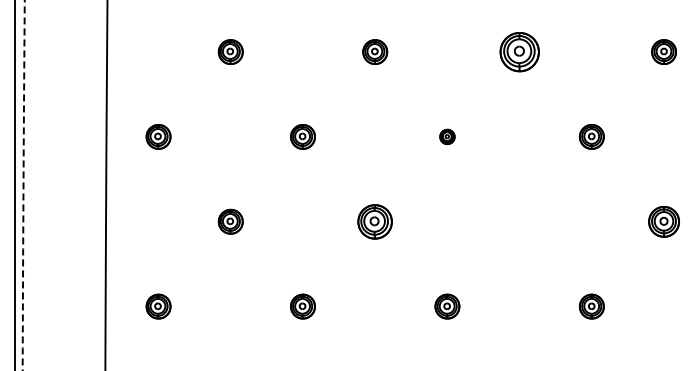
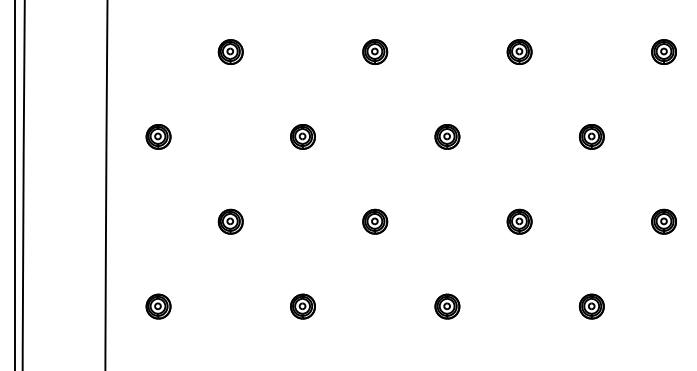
part at (519, 52) size: 41x41 px -> 27x26 px
part at (447, 136) size: 17x18 px -> 27x26 px
arc at (23, 185): dashed -> solid
part at (374, 221) size: 36x36 px -> 27x27 px
part at (519, 221): none -> present
part at (663, 221) size: 32x32 px -> 26x27 px
